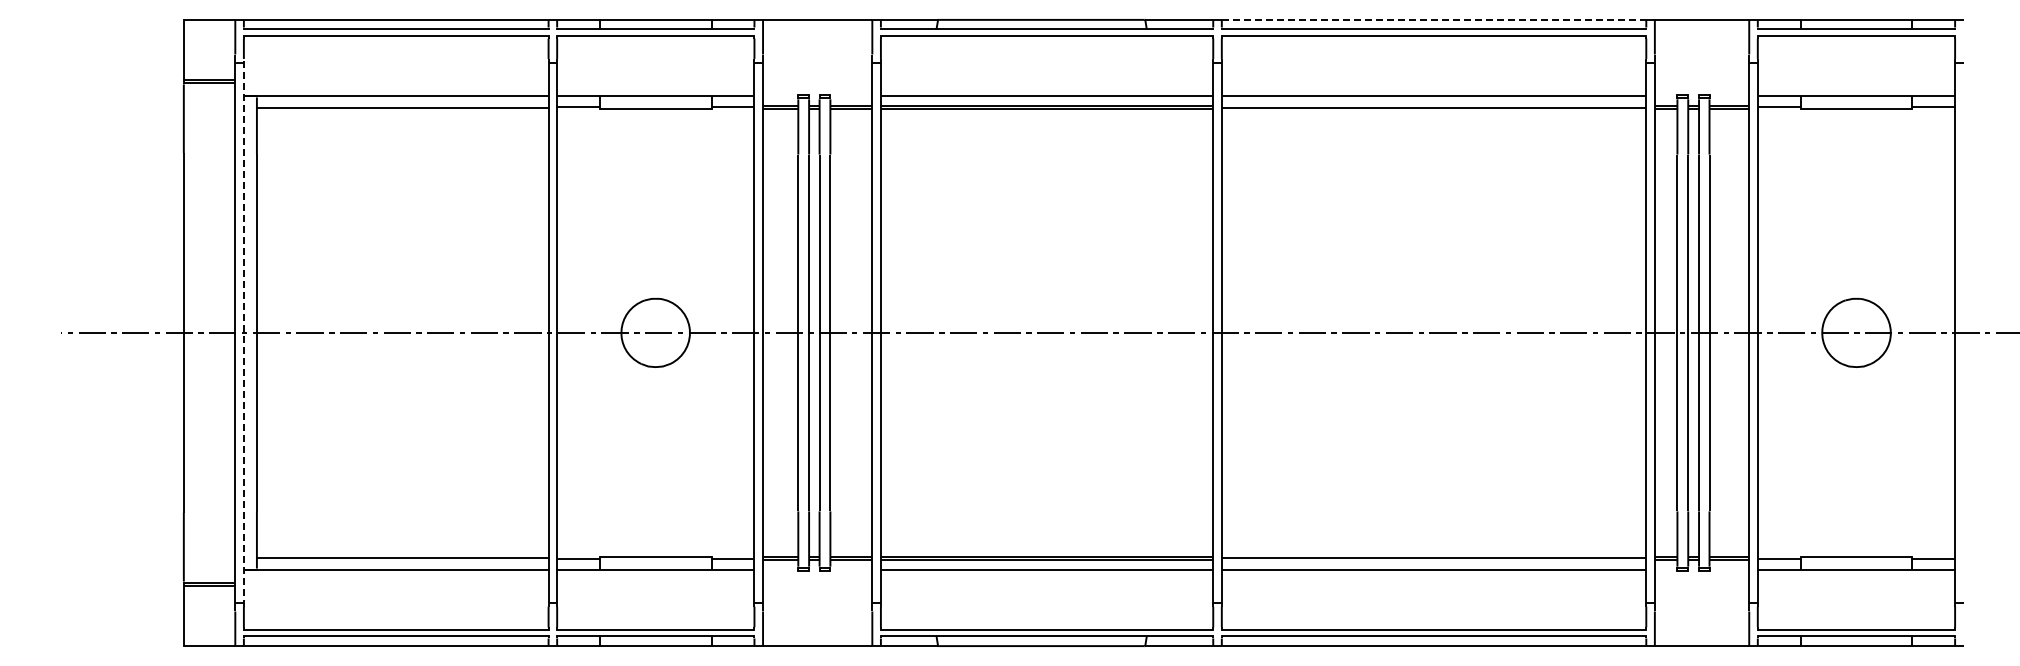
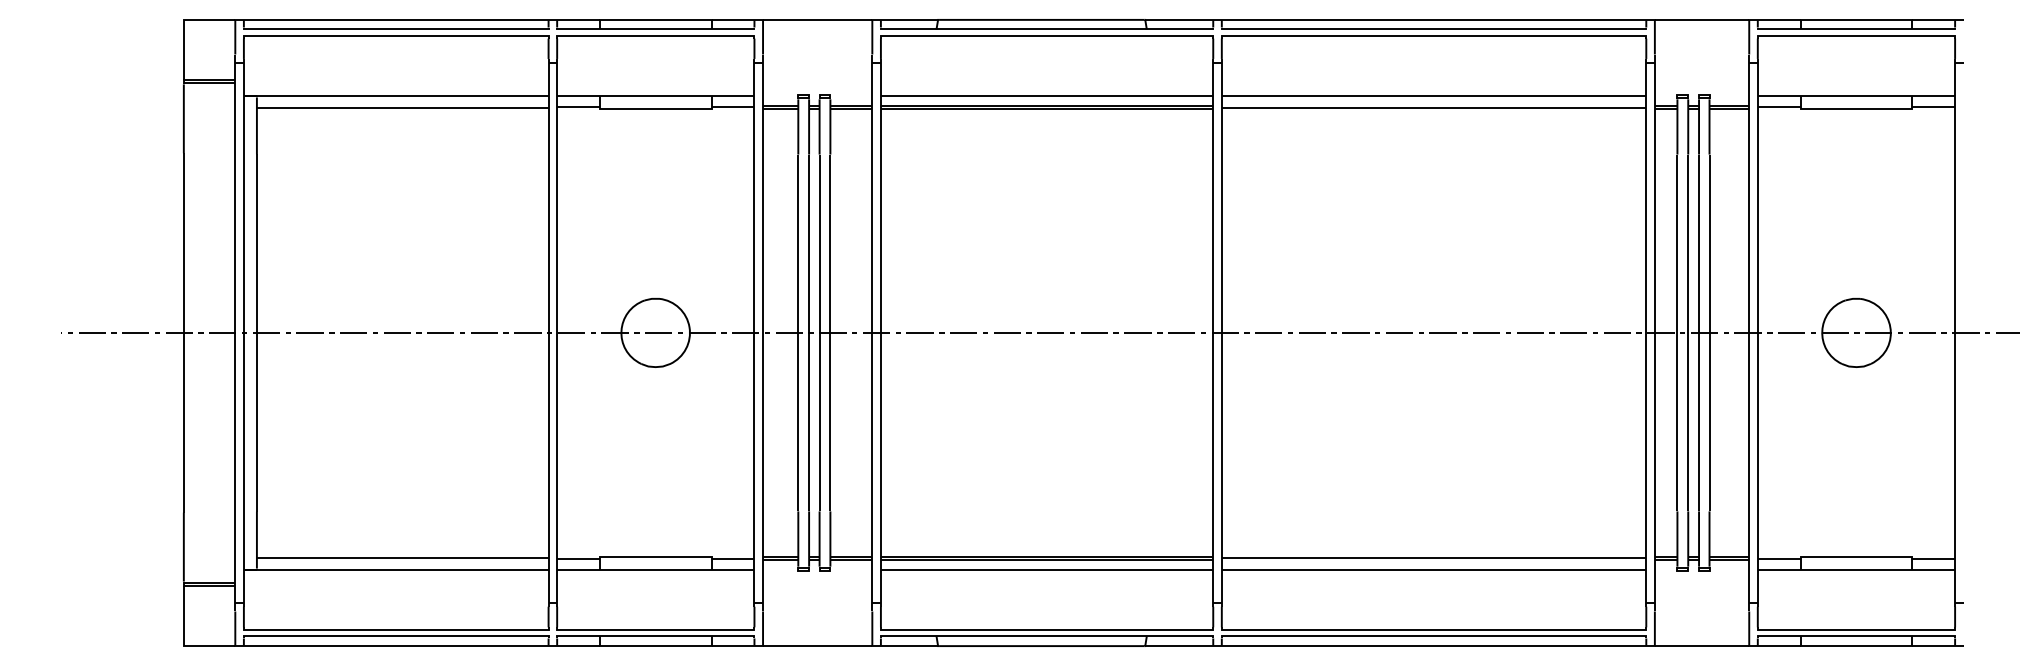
line at (1434, 19): dashed -> solid
line at (243, 332): dashed -> solid
